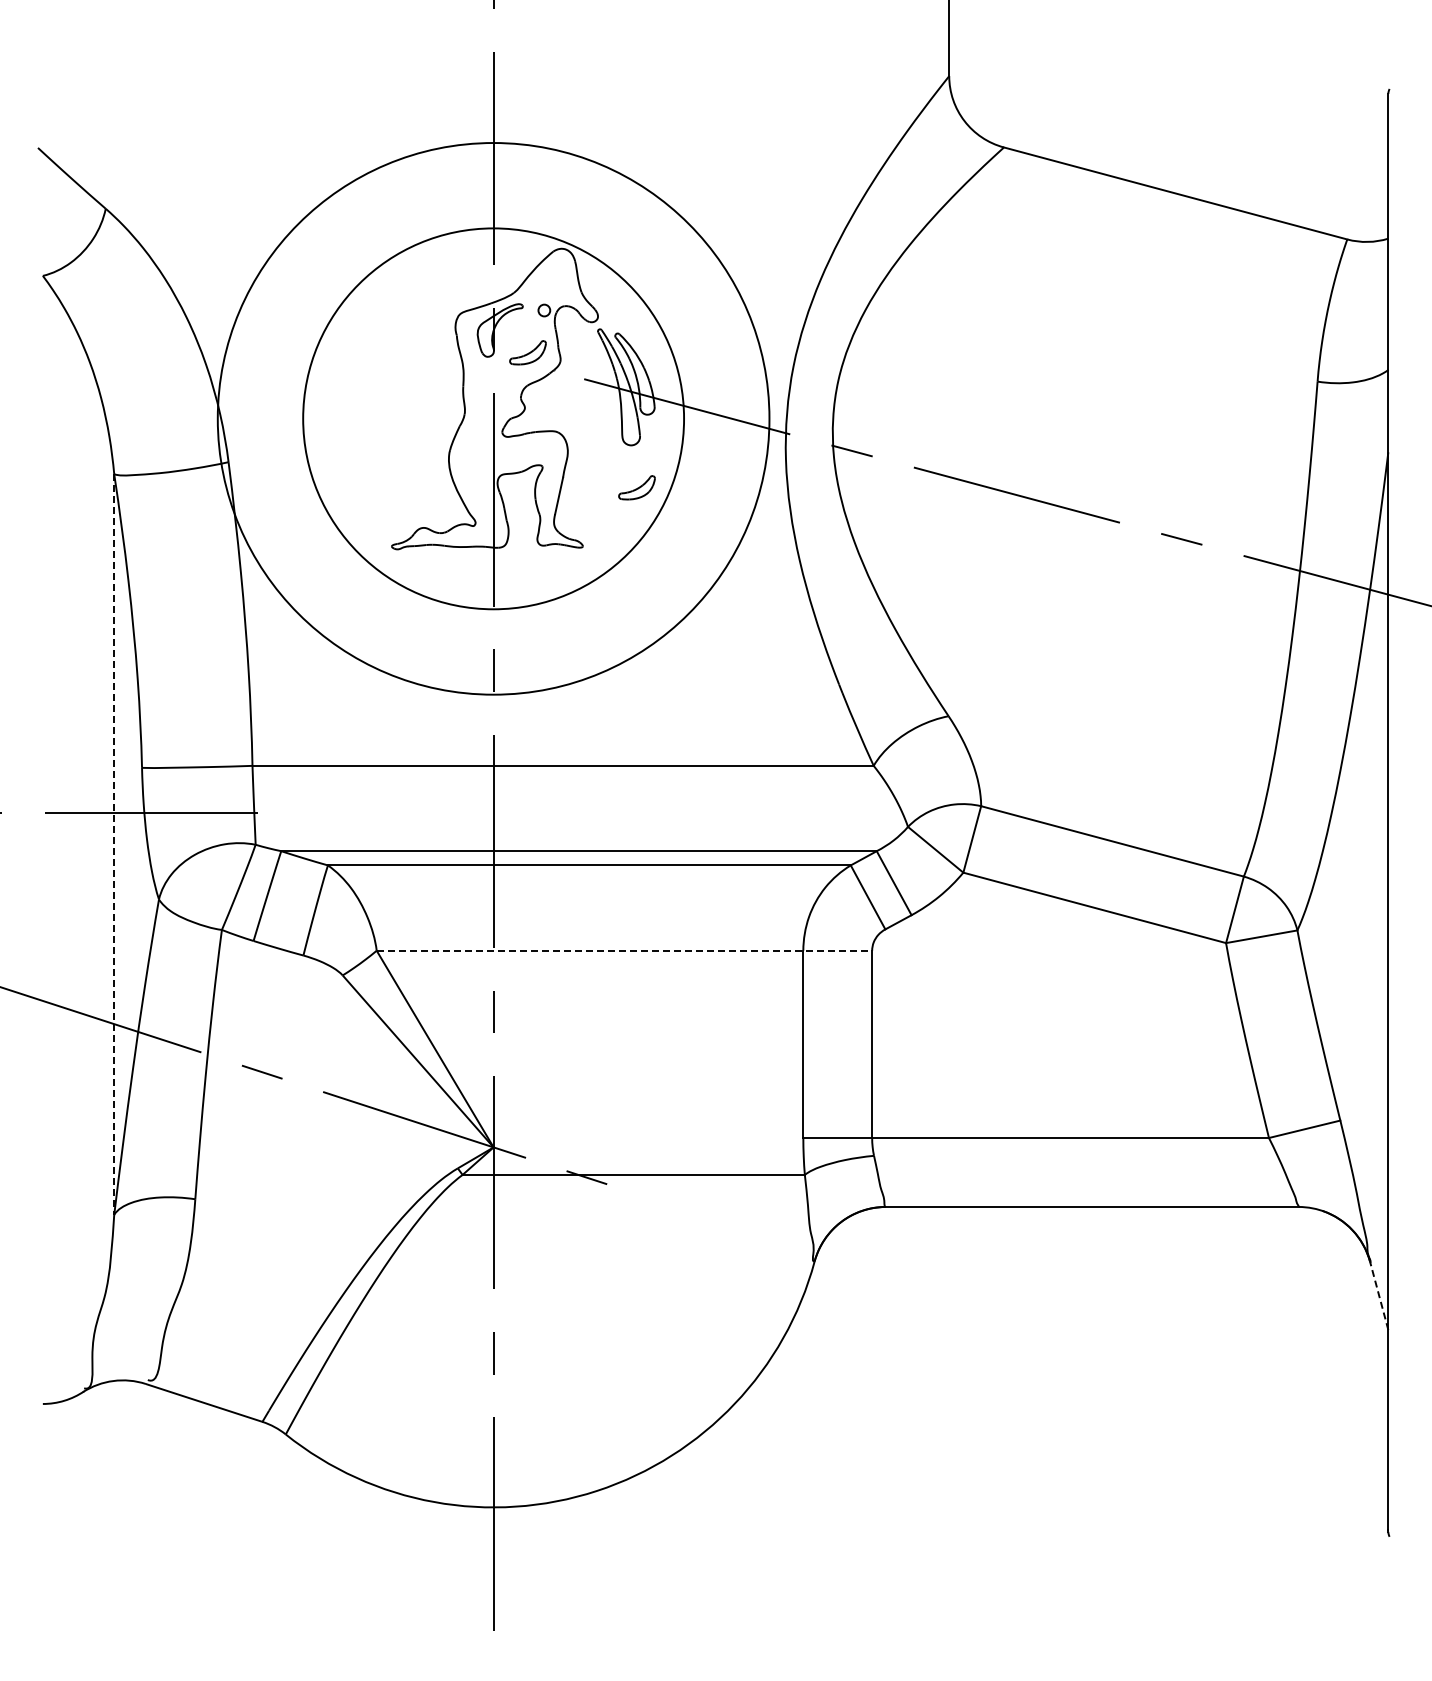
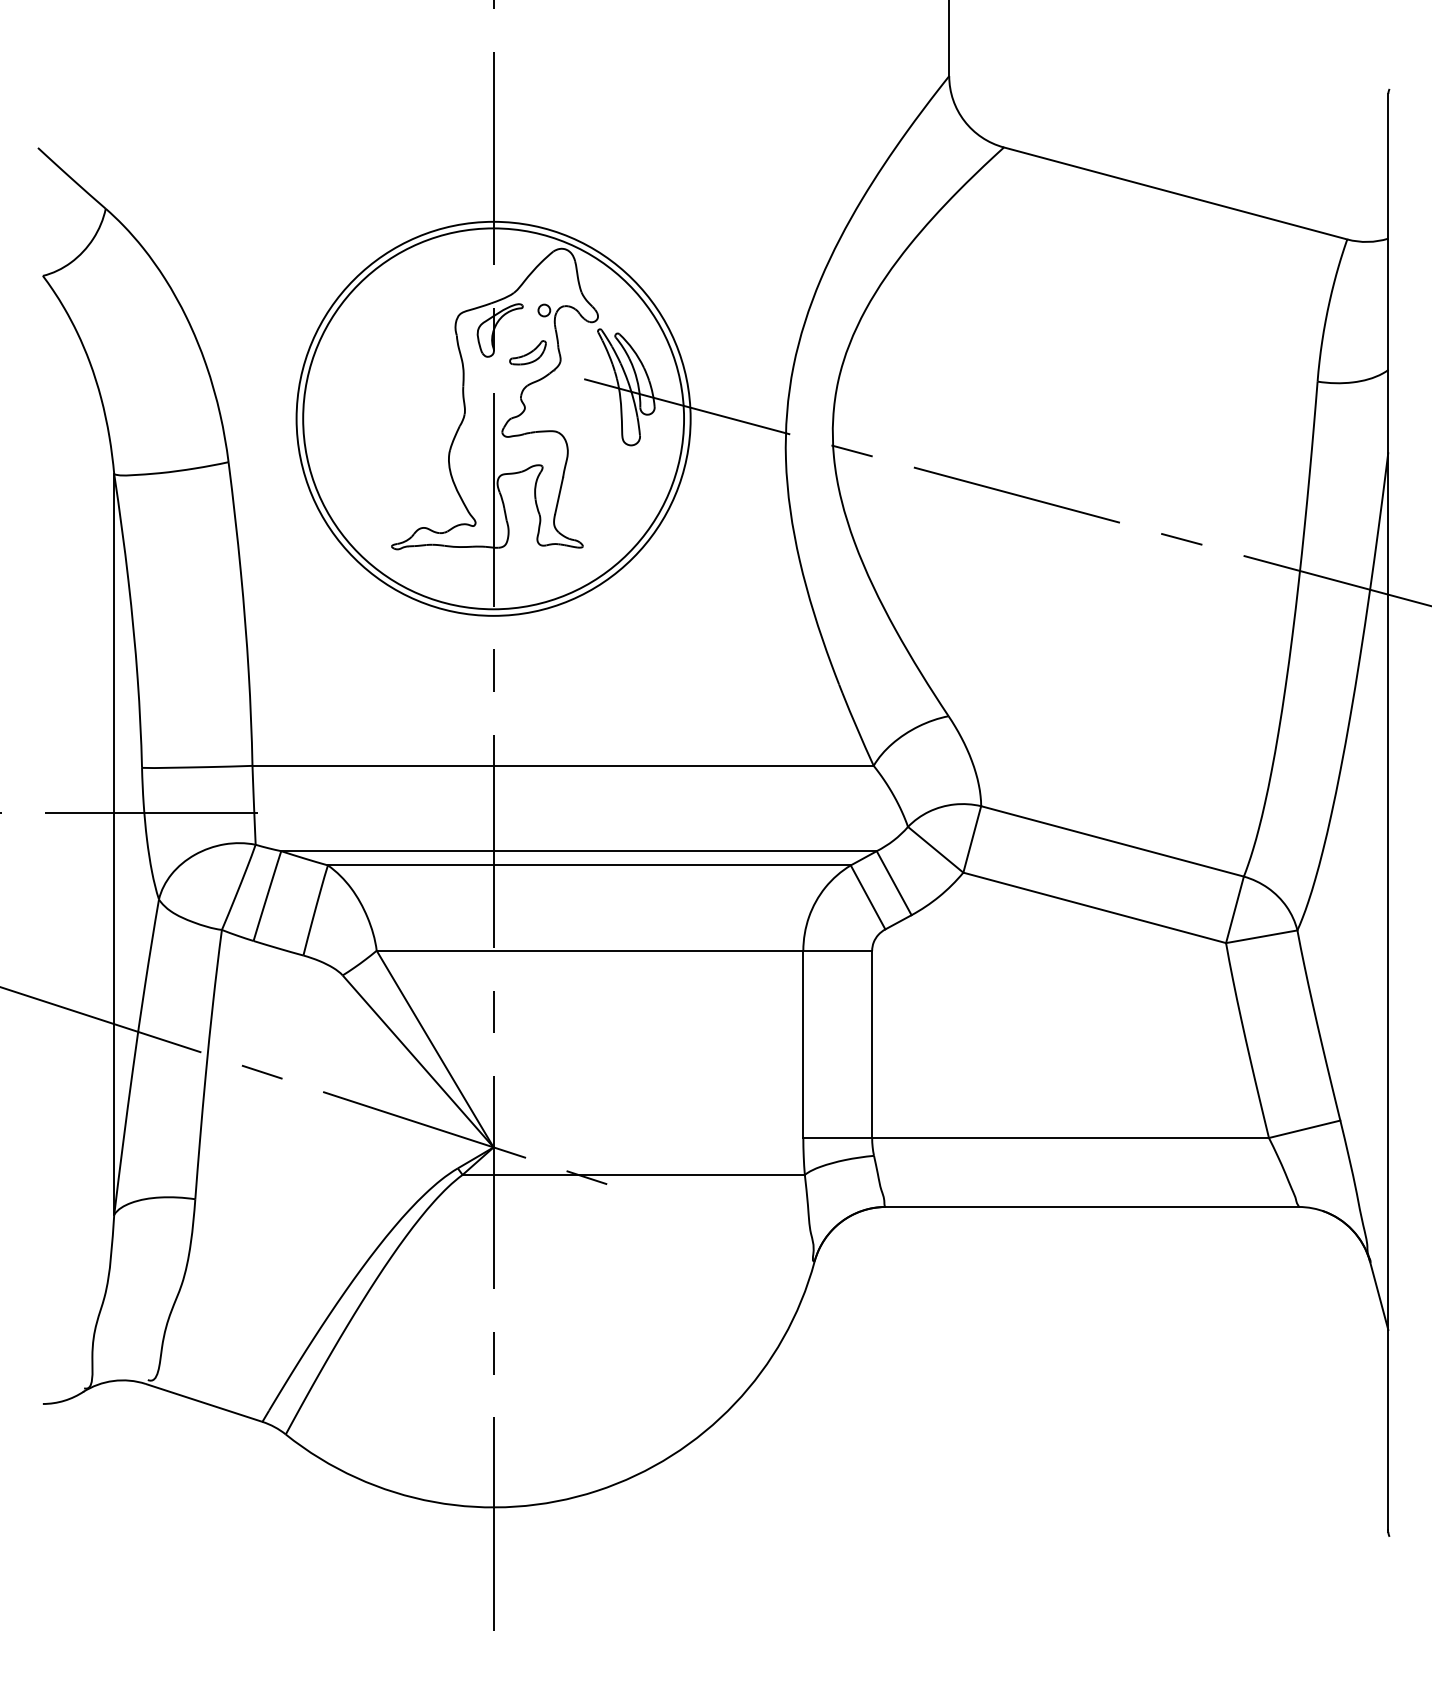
circle at (493, 418) diameter: 552 px -> 394 px
part at (636, 487): present -> none
line at (114, 845): dashed -> solid
line at (624, 950): dashed -> solid
line at (1379, 1295): dashed -> solid
